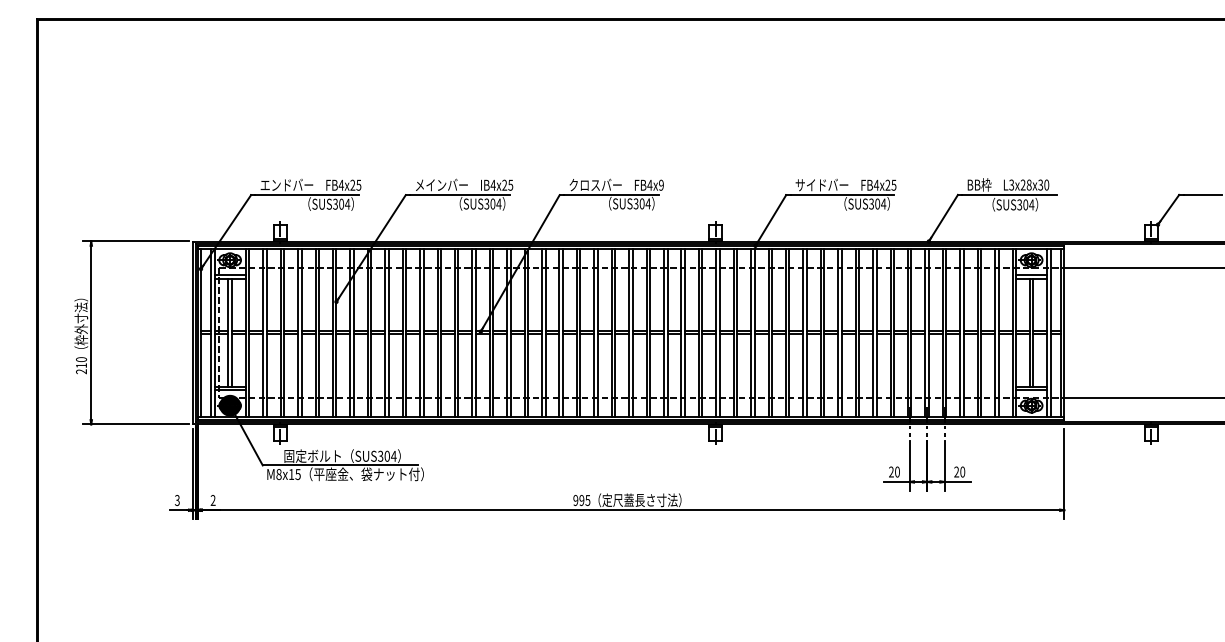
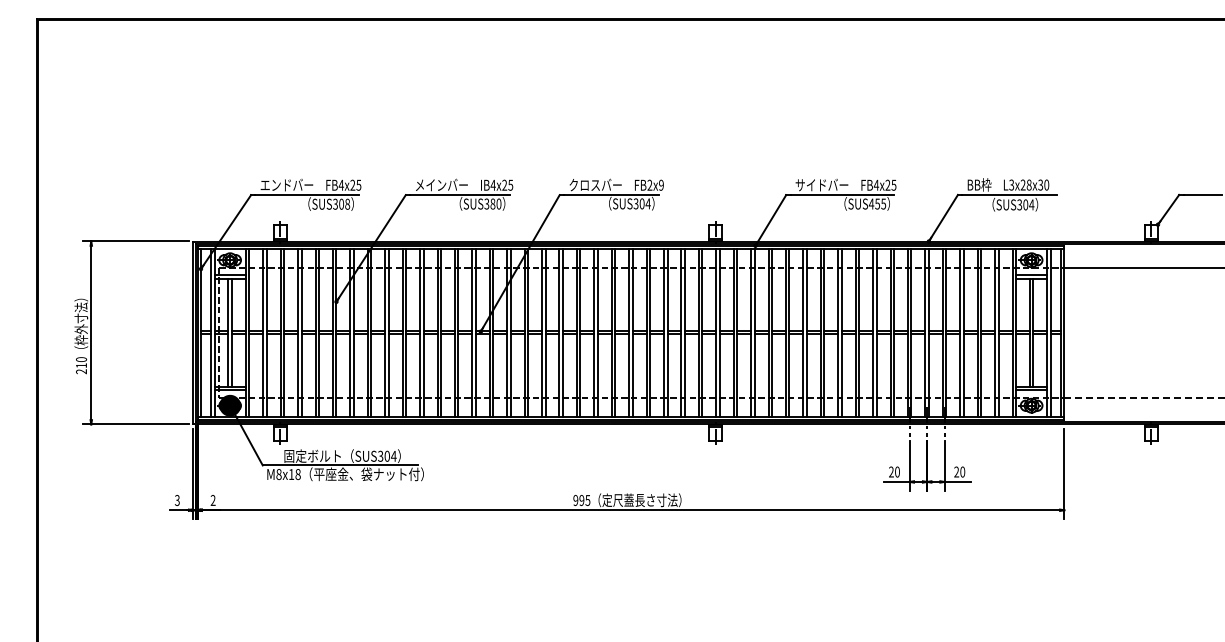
text at (649, 184): FB4x9 -> FB2x9
text at (347, 203): SUS304 -> SUS308
text at (495, 203): SUS304 -> SUS380
text at (876, 203): SUS304 -> SUS455
line at (1145, 398): solid -> dashed
text at (297, 474): M8x15 -> M8x18
